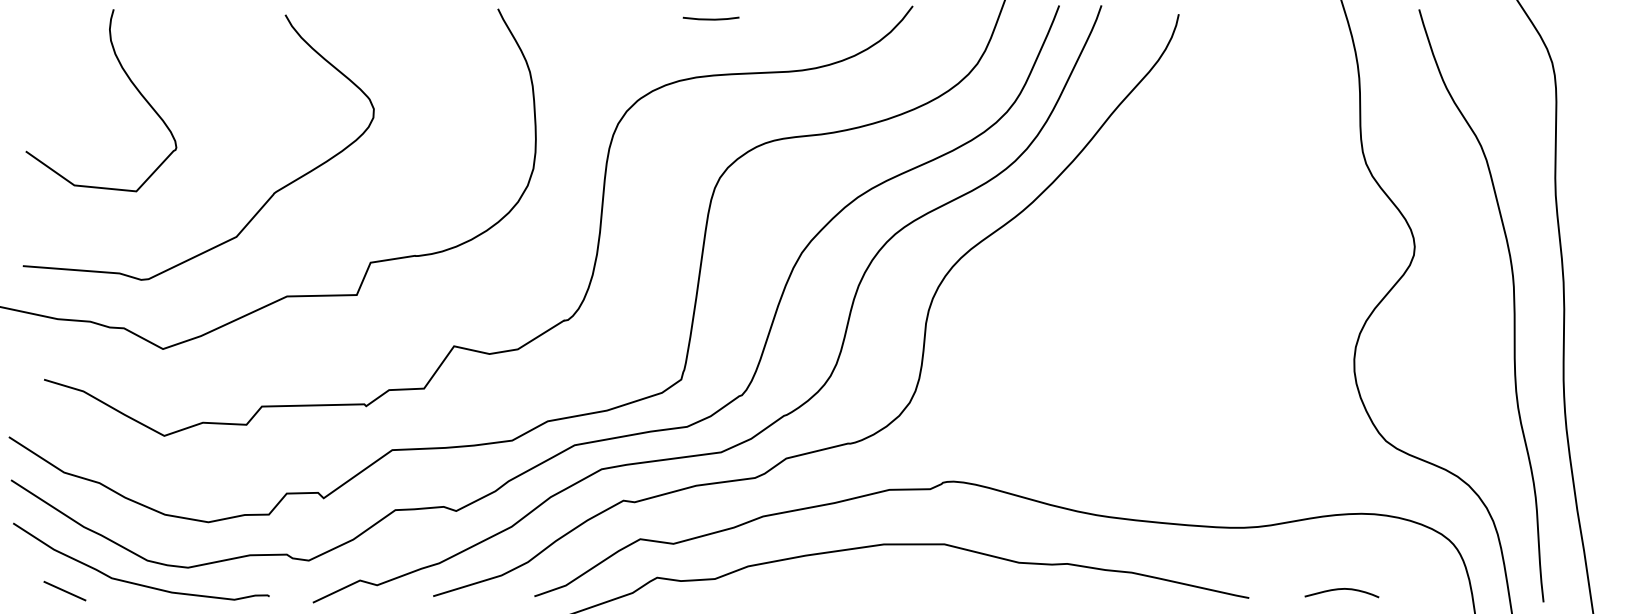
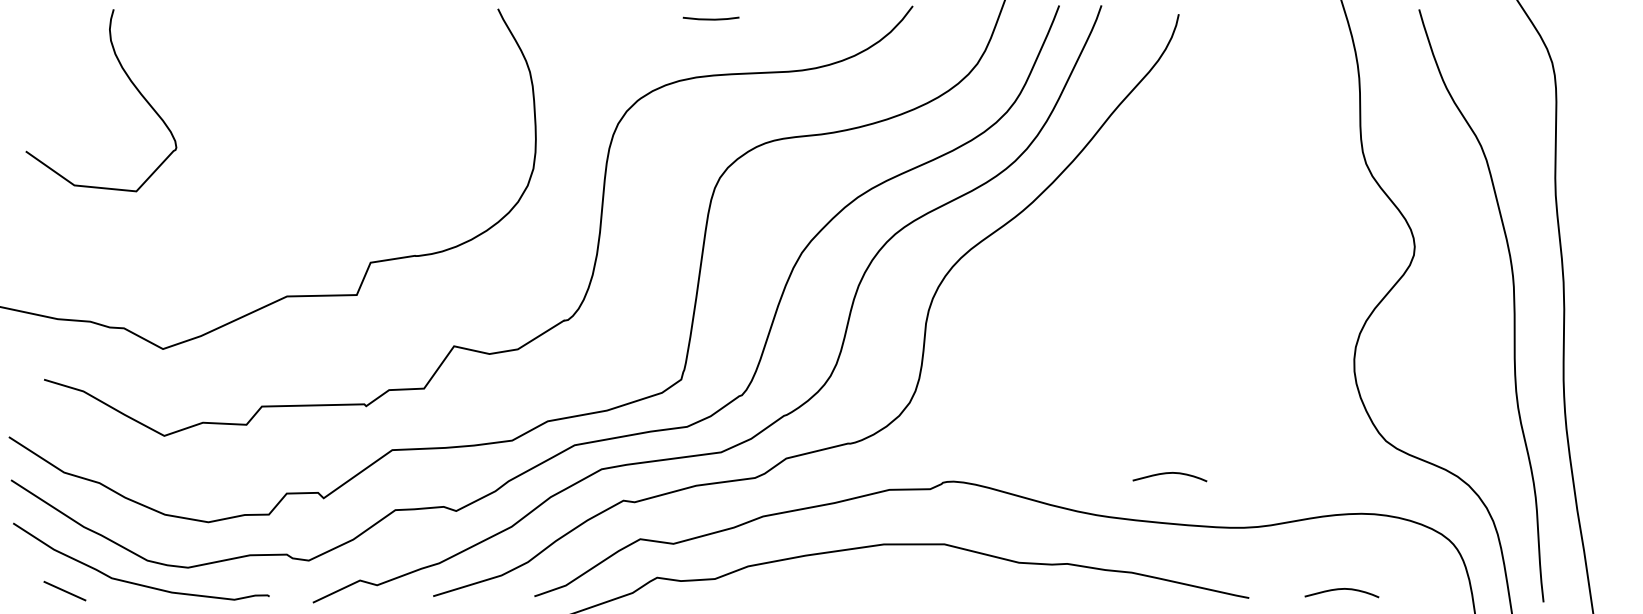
curve at (260, 207): present -> none
curve at (1169, 473): none -> present
